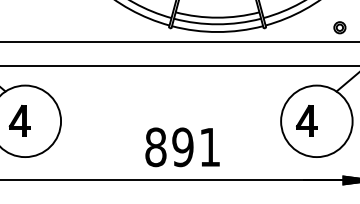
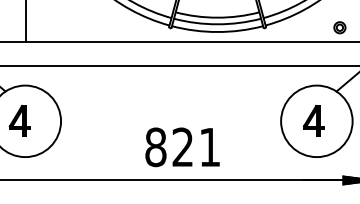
line at (25, 22): none -> present
part at (306, 120) position: (306, 120) -> (313, 120)
text at (182, 147): 891 -> 821
